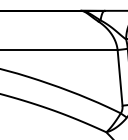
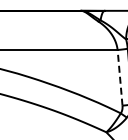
line at (120, 77): solid -> dashed
